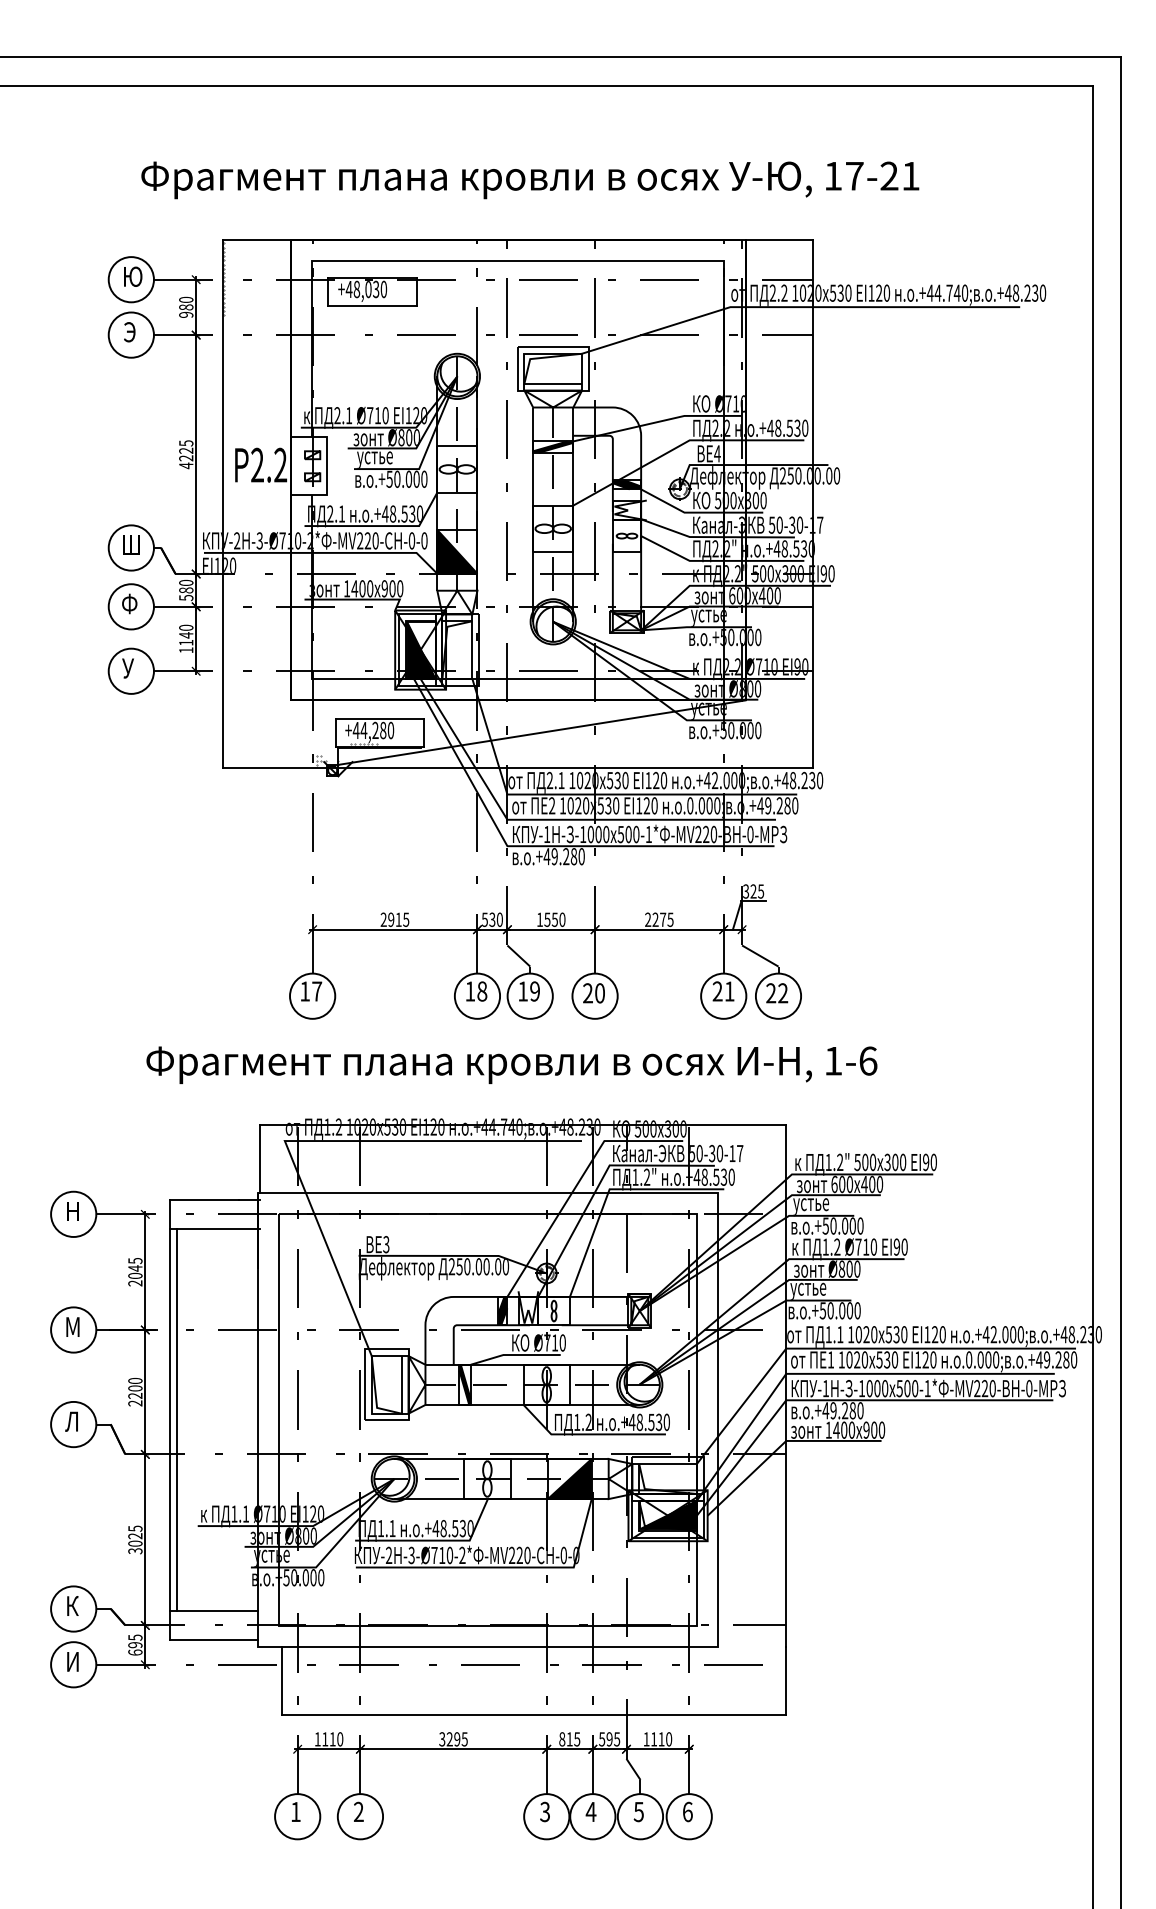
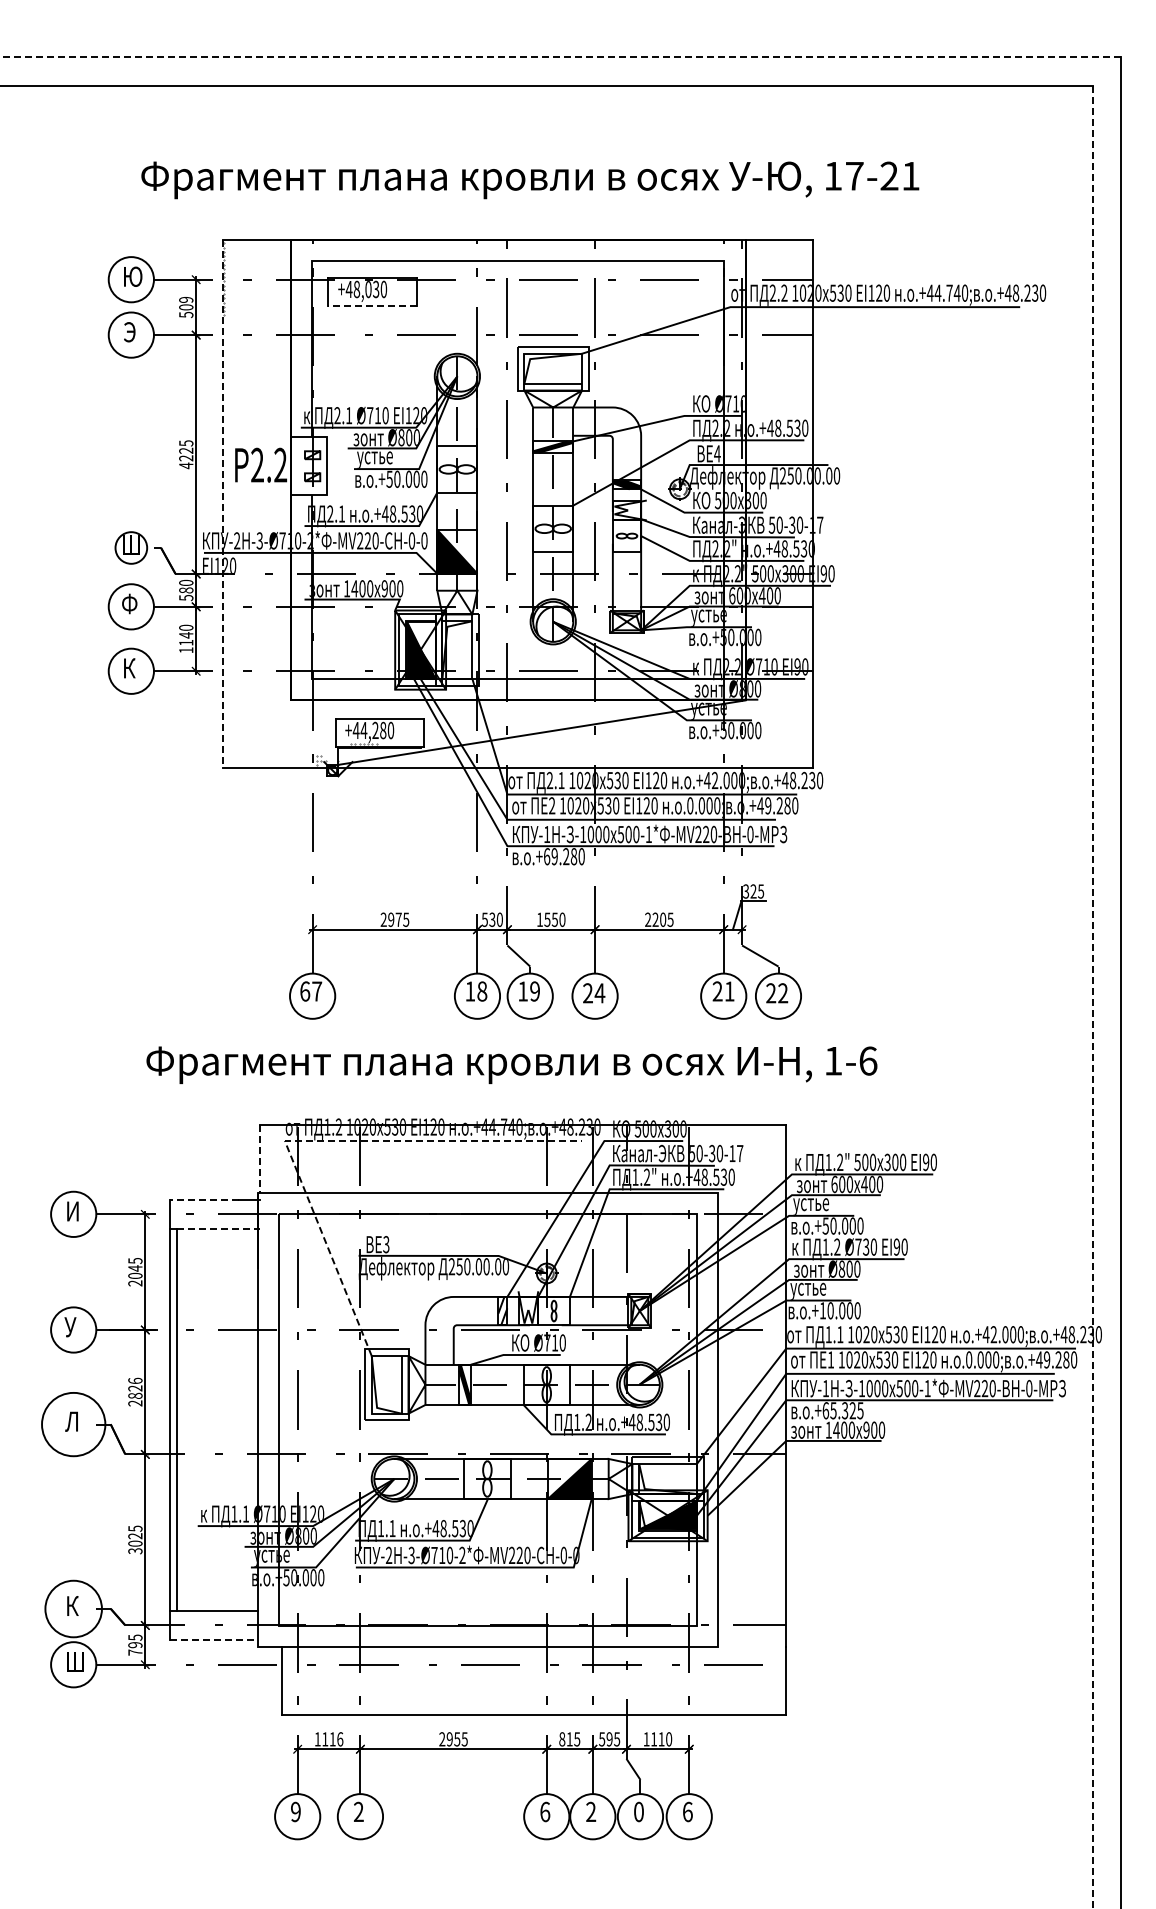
line at (560, 57): solid -> dashed
line at (372, 305): solid -> dashed
text at (186, 307): 980 -> 509
line at (223, 504): solid -> dashed
circle at (130, 547) diameter: 45 px -> 32 px
text at (128, 668): У -> К
text at (546, 856): .+49.280 -> .+69.280
text at (398, 919): 2915 -> 2975
text at (663, 919): 2275 -> 2205
text at (305, 991): 17 -> 67
text at (599, 993): 20 -> 24
line at (1092, 997): solid -> dashed
line at (317, 1141): solid -> dashed
line at (260, 1158): solid -> dashed
line at (204, 1199): solid -> dashed
text at (72, 1211): Н -> И
line at (218, 1228): solid -> dashed
text at (866, 1246): Ø710 -> Ø730
fill at (502, 1310): present -> none
text at (822, 1310): .+50.000 -> .+10.000
text at (71, 1327): М -> У
text at (135, 1387): 2200 -> 2826
text at (842, 1410): .+49.280 -> .+65.325
circle at (73, 1424) diameter: 45 px -> 63 px
circle at (73, 1608) diameter: 45 px -> 57 px
line at (213, 1639): solid -> dashed
text at (135, 1652): 695 -> 795
text at (75, 1661): И -> Ш
text at (340, 1739): 1110 -> 1116
text at (449, 1739): 3295 -> 2955
text at (295, 1811): 1 -> 9
text at (545, 1811): 3 -> 6
text at (590, 1811): 4 -> 2
text at (638, 1811): 5 -> 0
